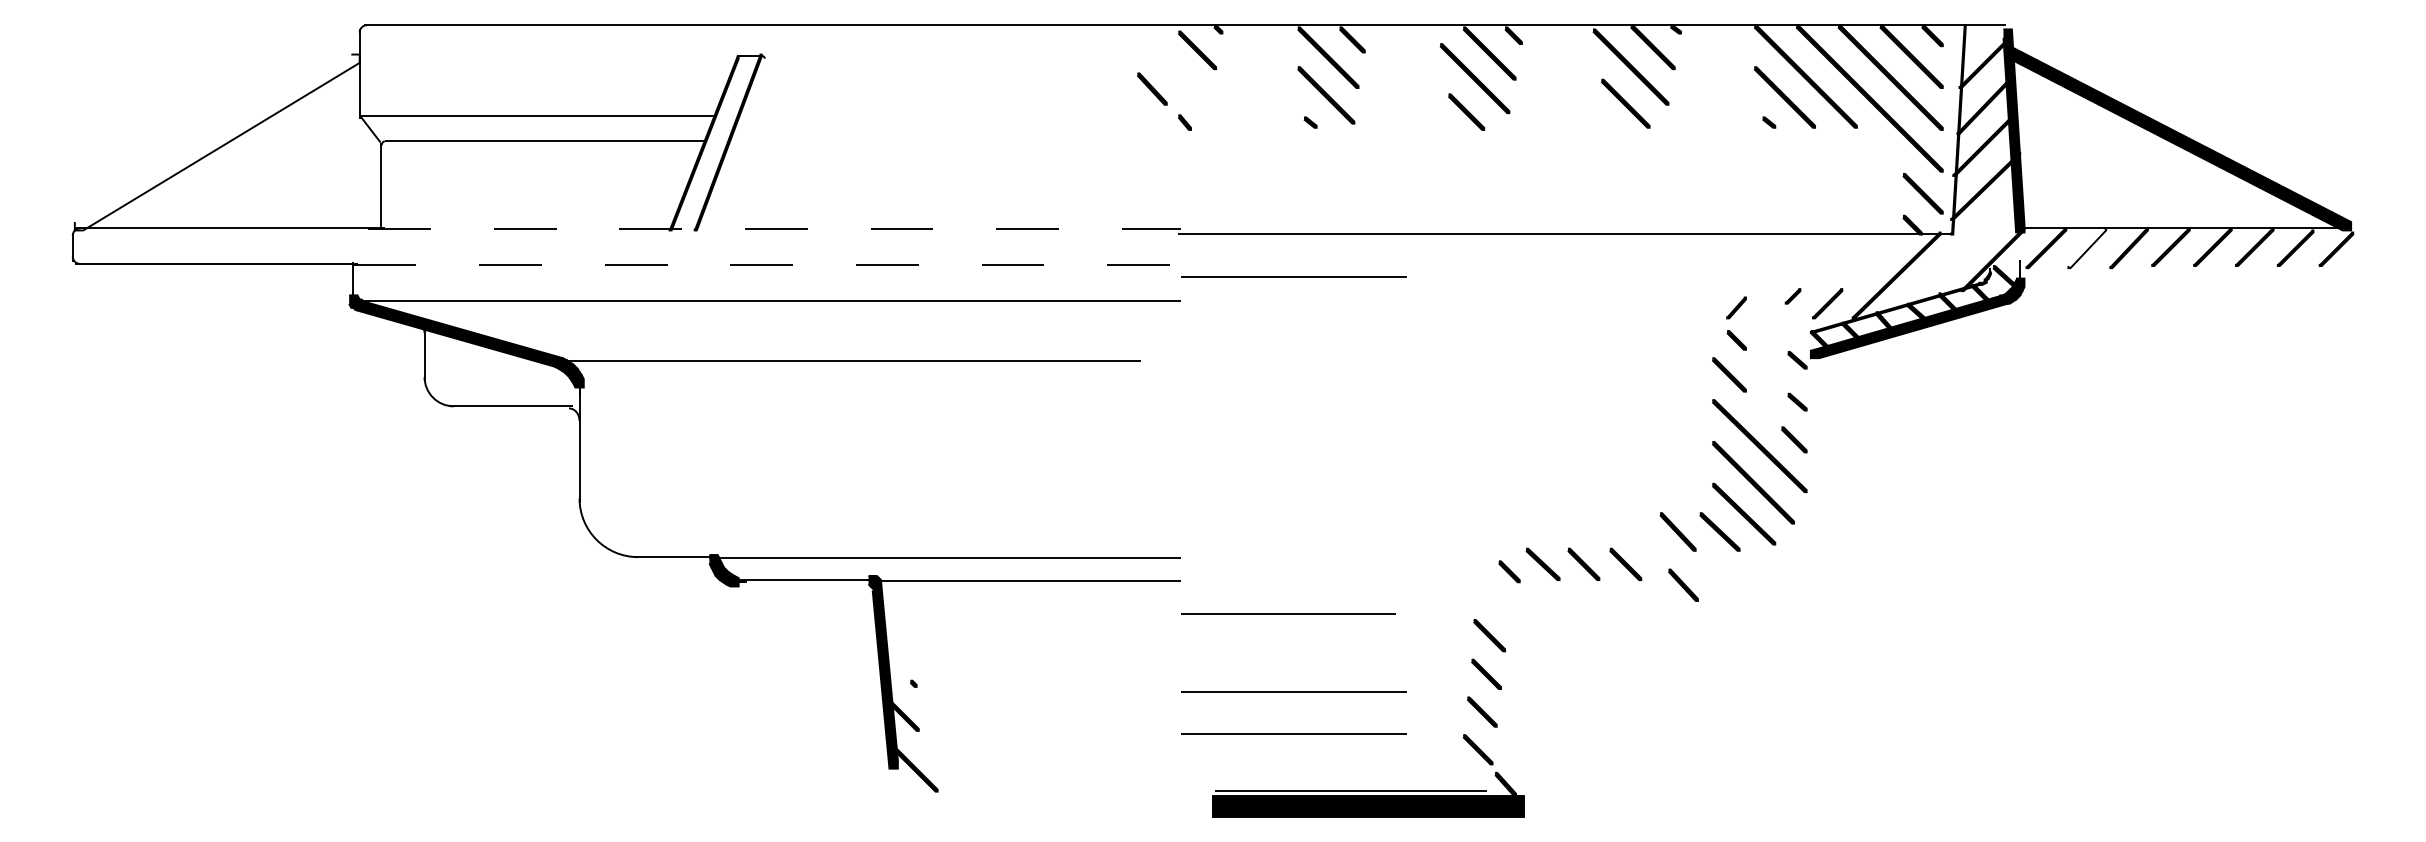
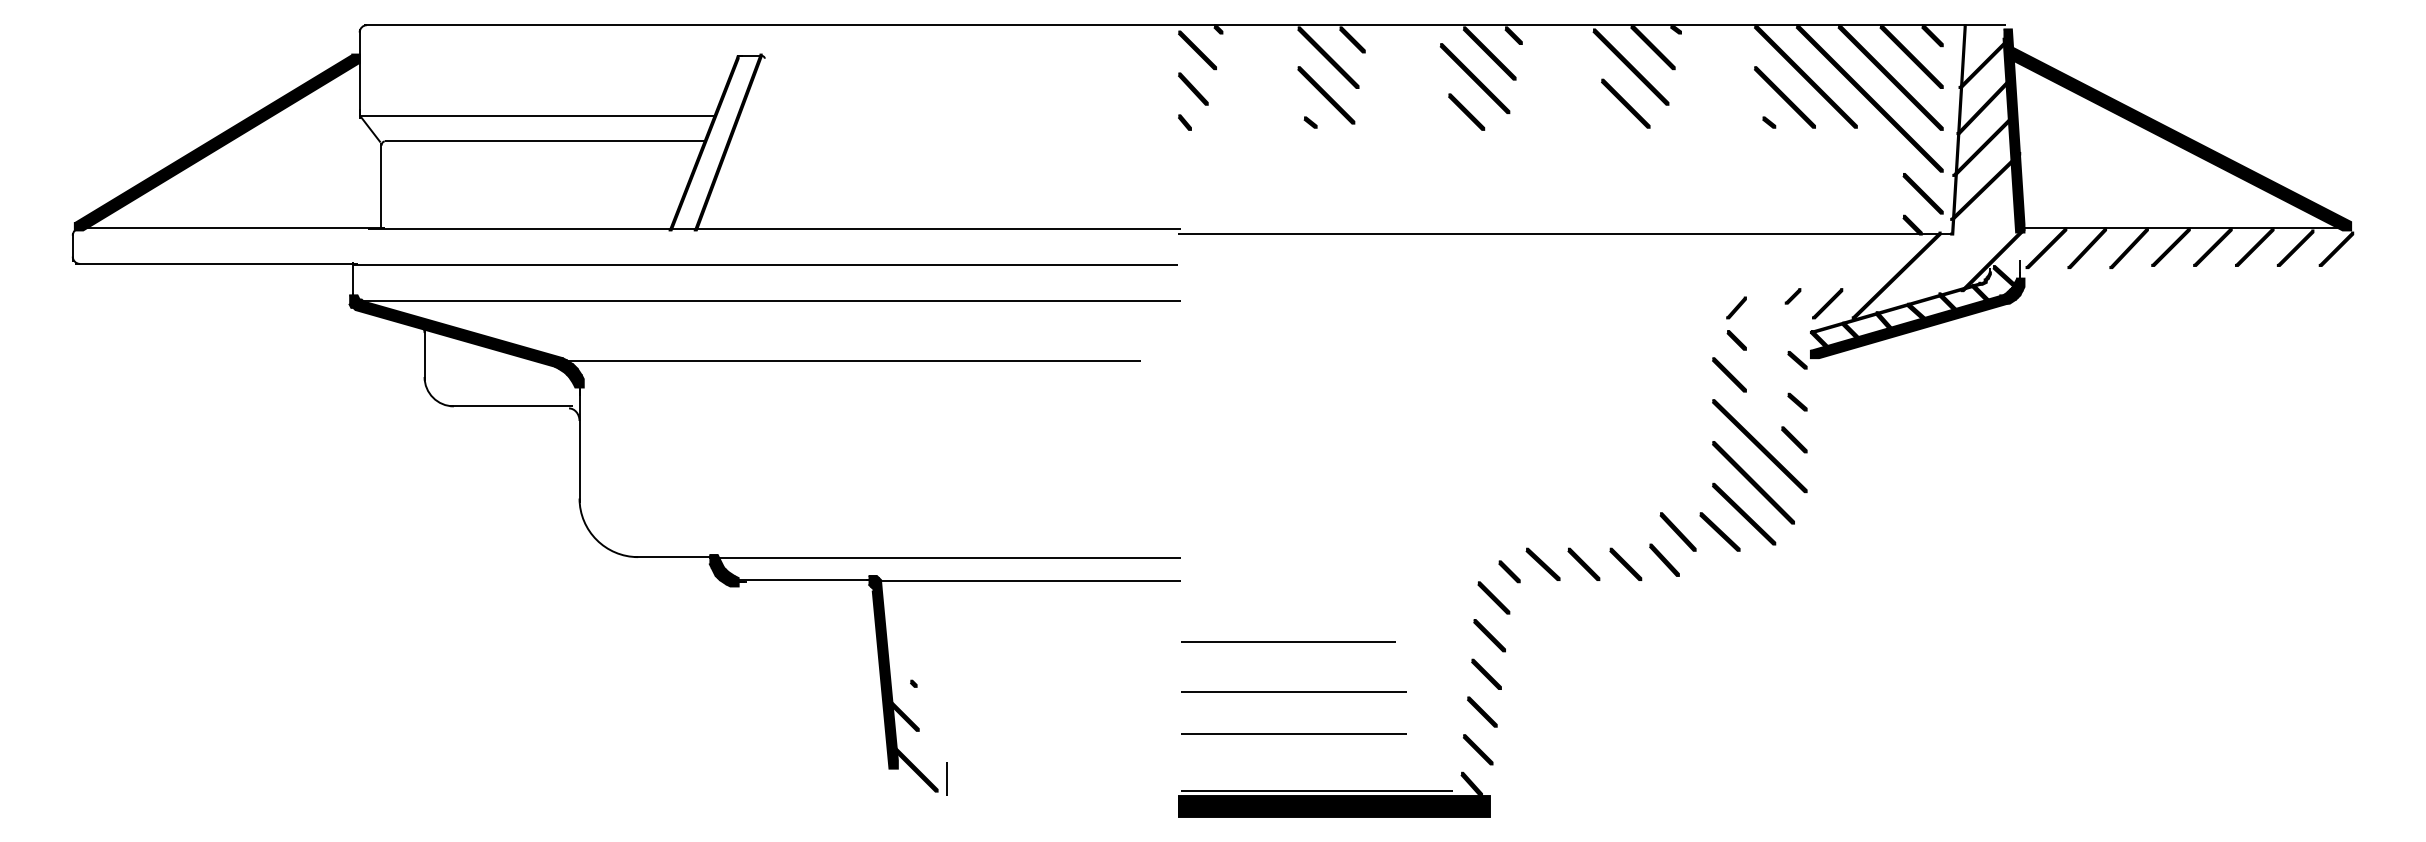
part at (1152, 88) position: (1152, 88) -> (1193, 88)
fill at (216, 142): none -> present
line at (774, 229): dashed -> solid
fill at (2087, 248): none -> present
line at (765, 265): dashed -> solid
line at (1293, 276): present -> none
part at (1683, 584) position: (1683, 584) -> (1664, 559)
part at (1493, 597): none -> present
line at (1288, 613) position: (1288, 613) -> (1288, 641)
line at (946, 778): none -> present
part at (1368, 794) position: (1368, 794) -> (1334, 794)
